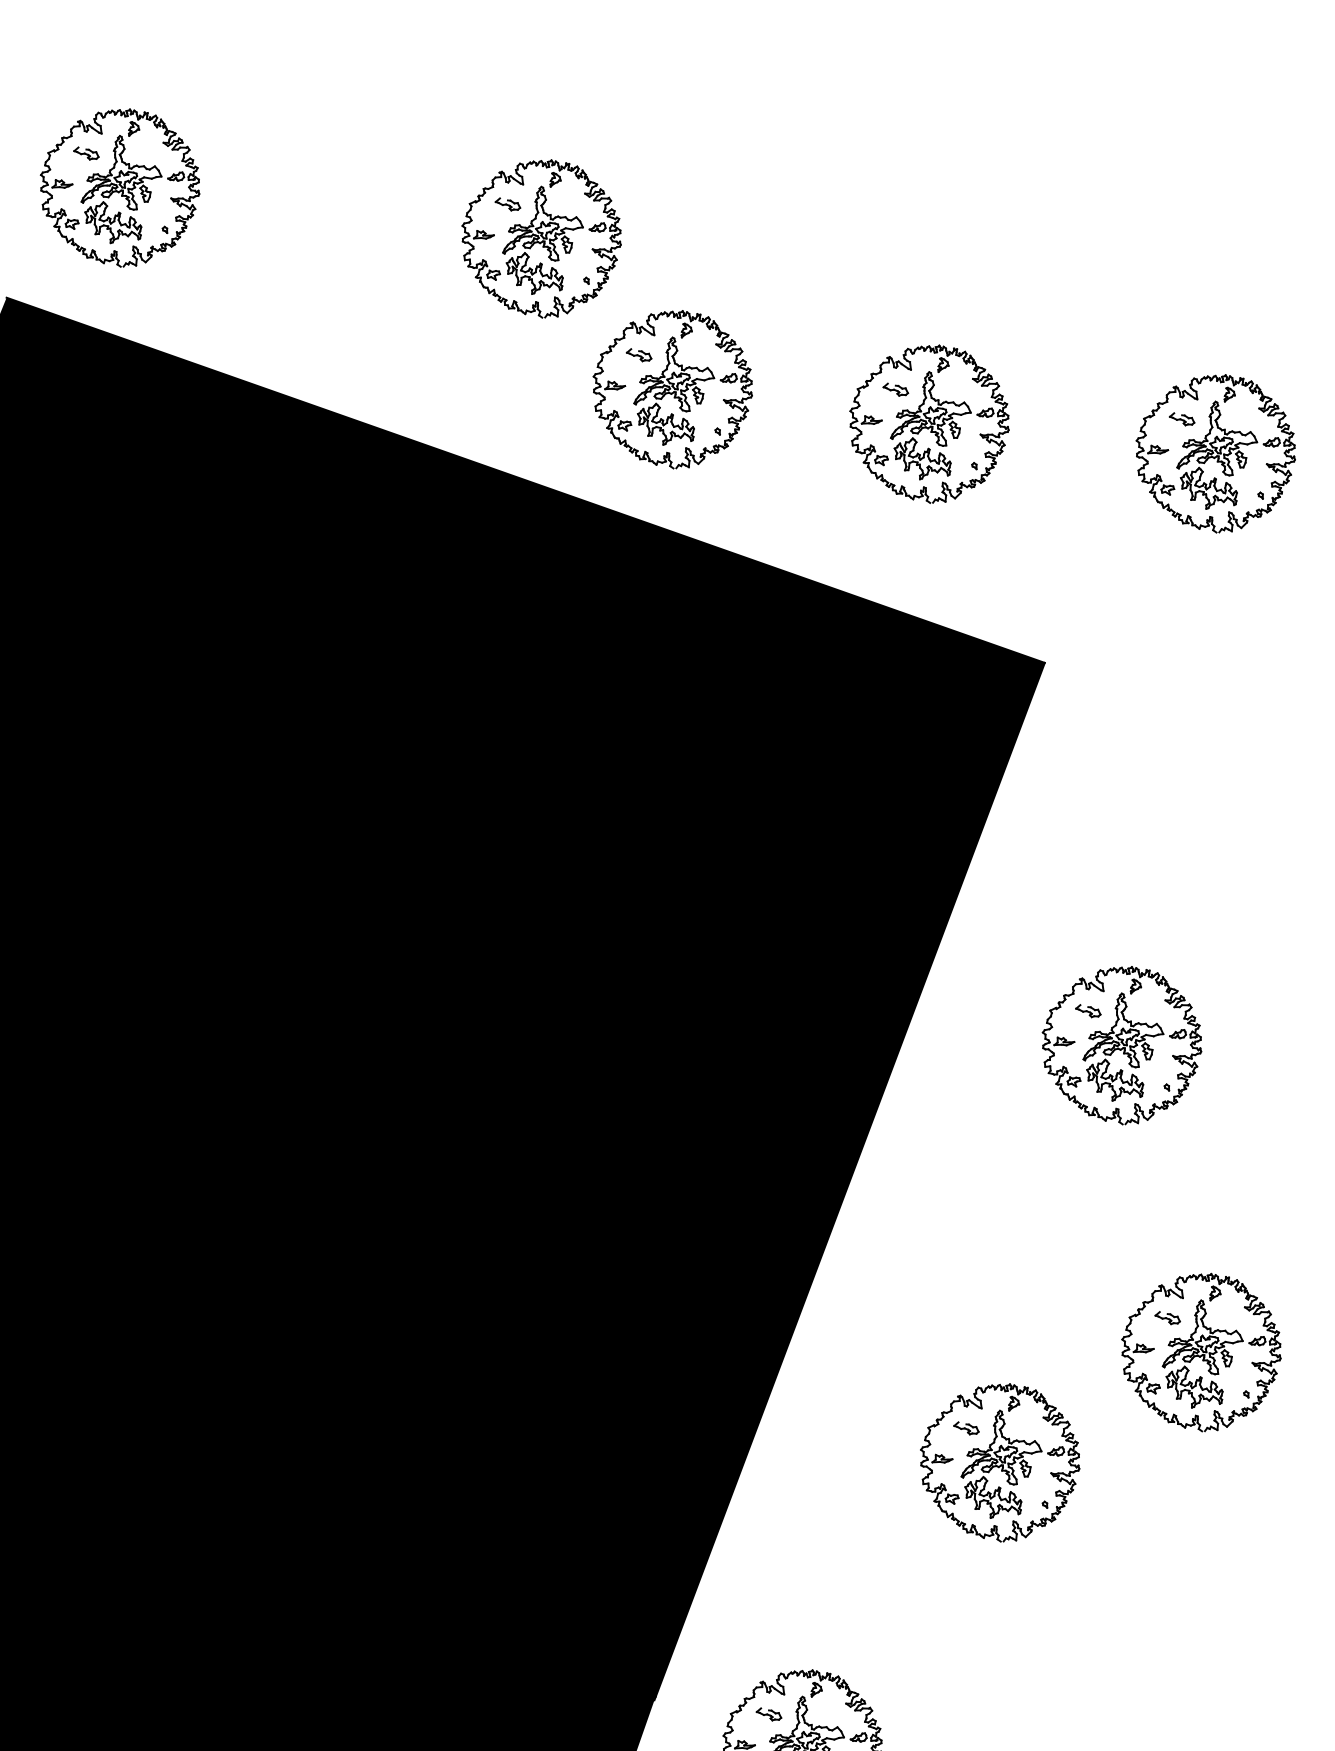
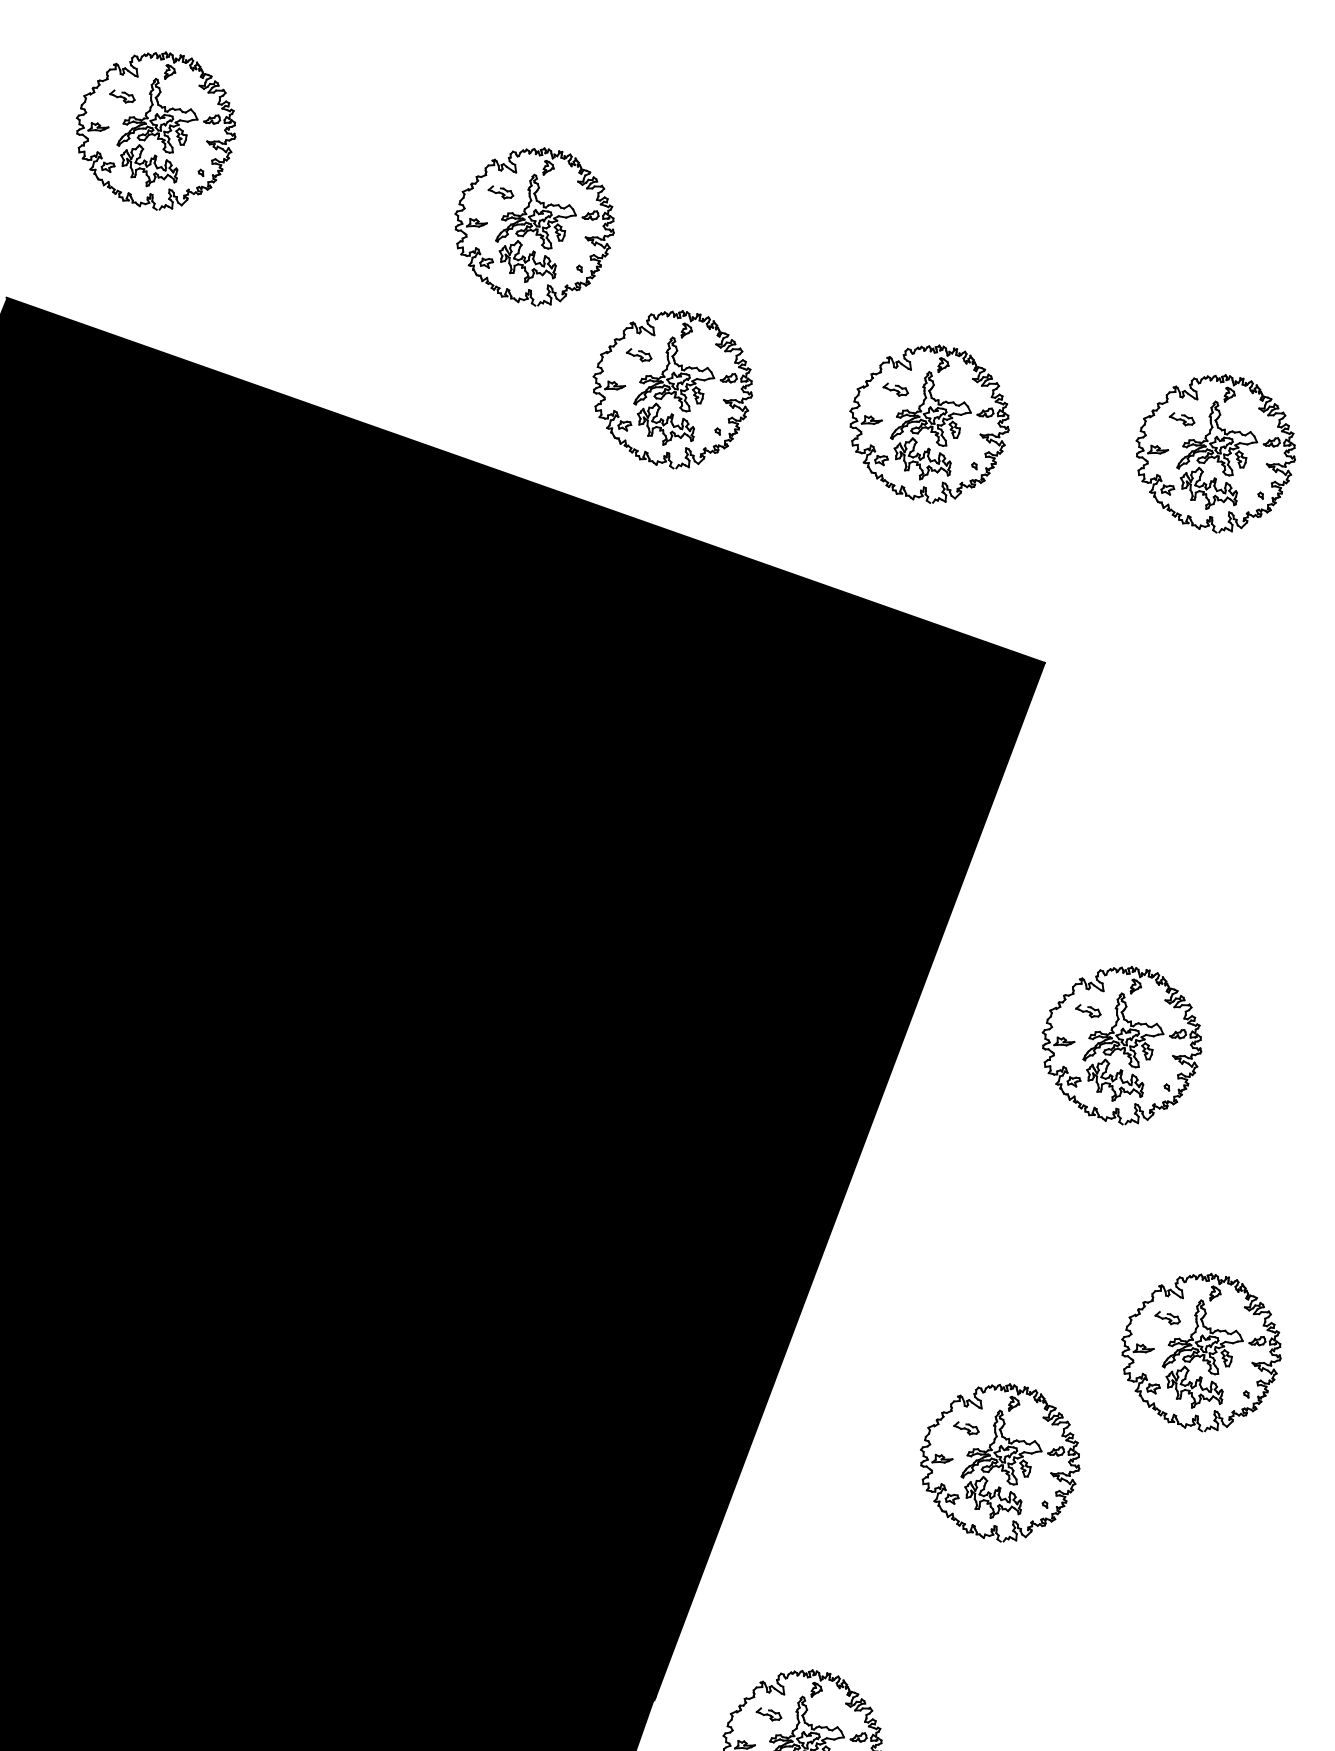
part at (119, 187) position: (119, 187) -> (155, 130)
part at (541, 238) position: (541, 238) -> (534, 226)
